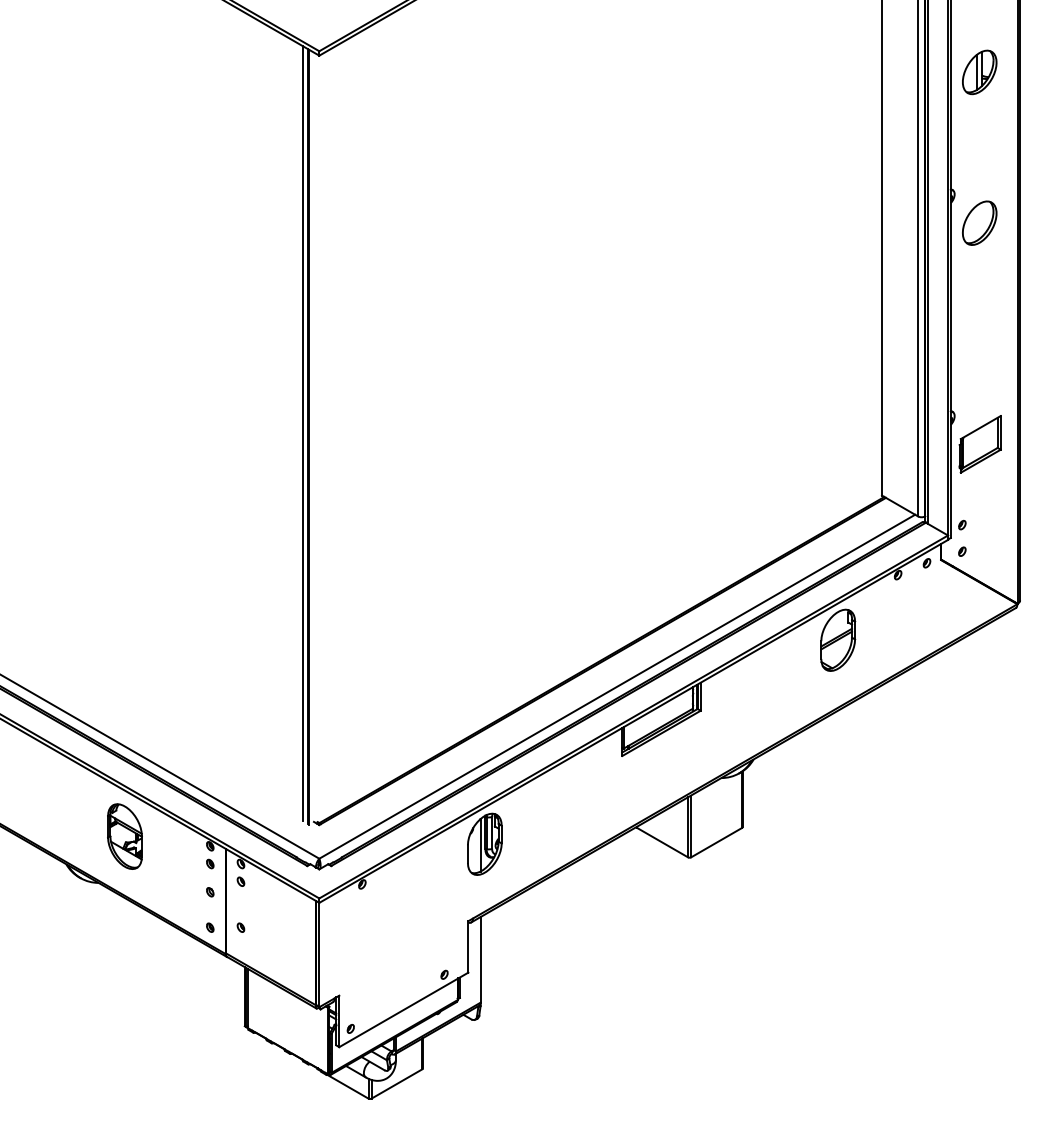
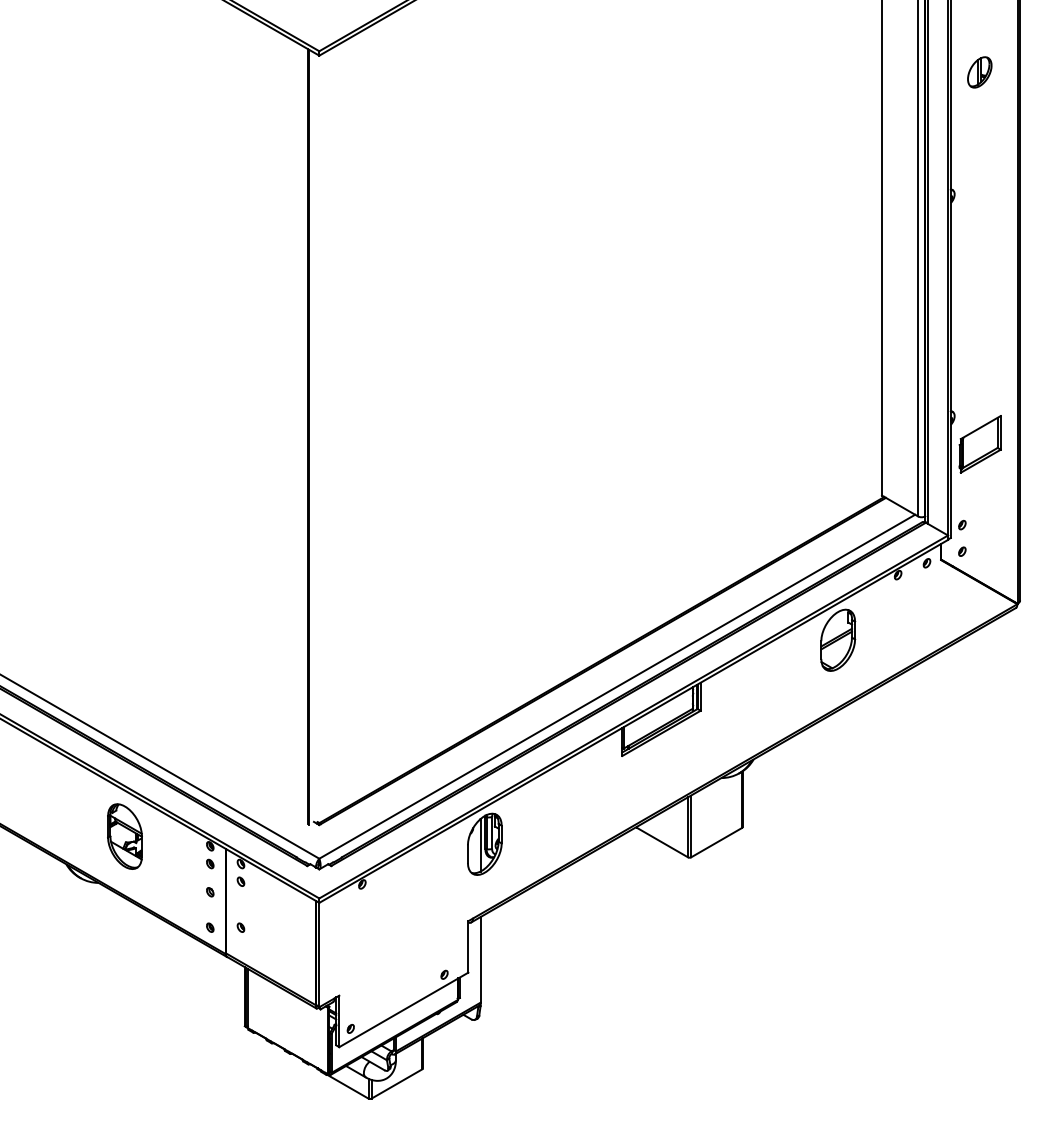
part at (979, 72) size: 36x47 px -> 26x33 px
part at (979, 222): present -> none
line at (302, 433): present -> none
